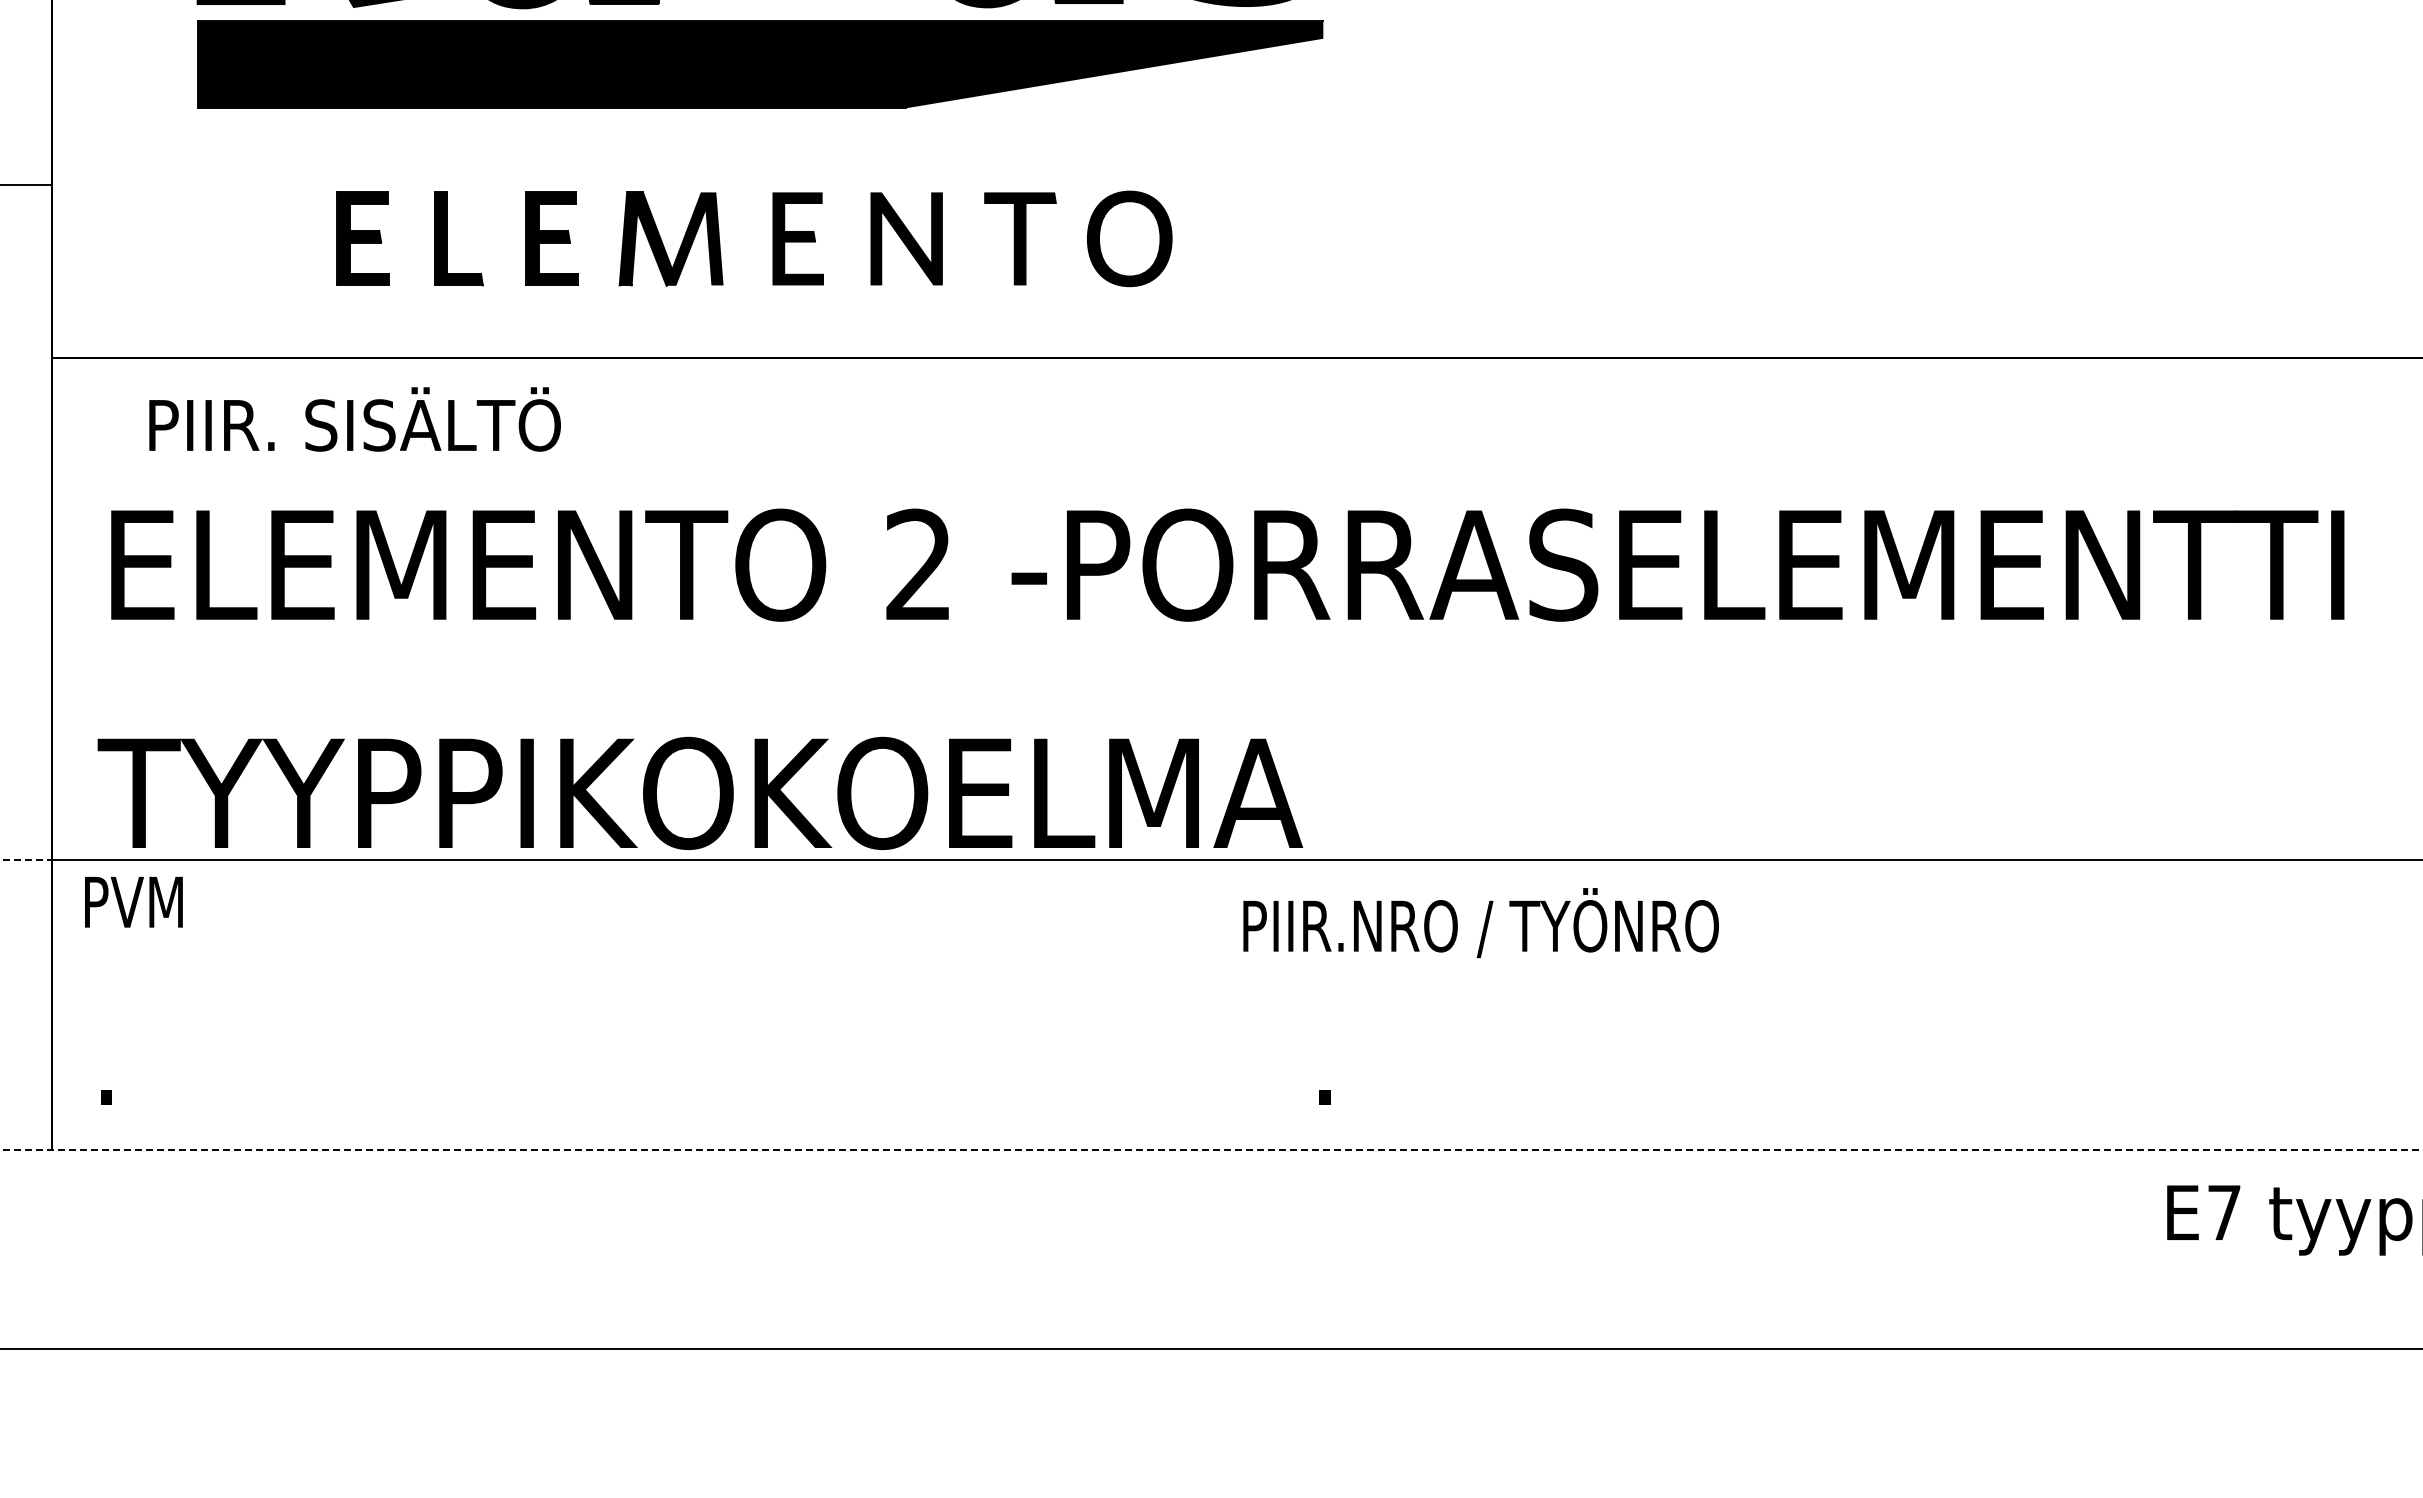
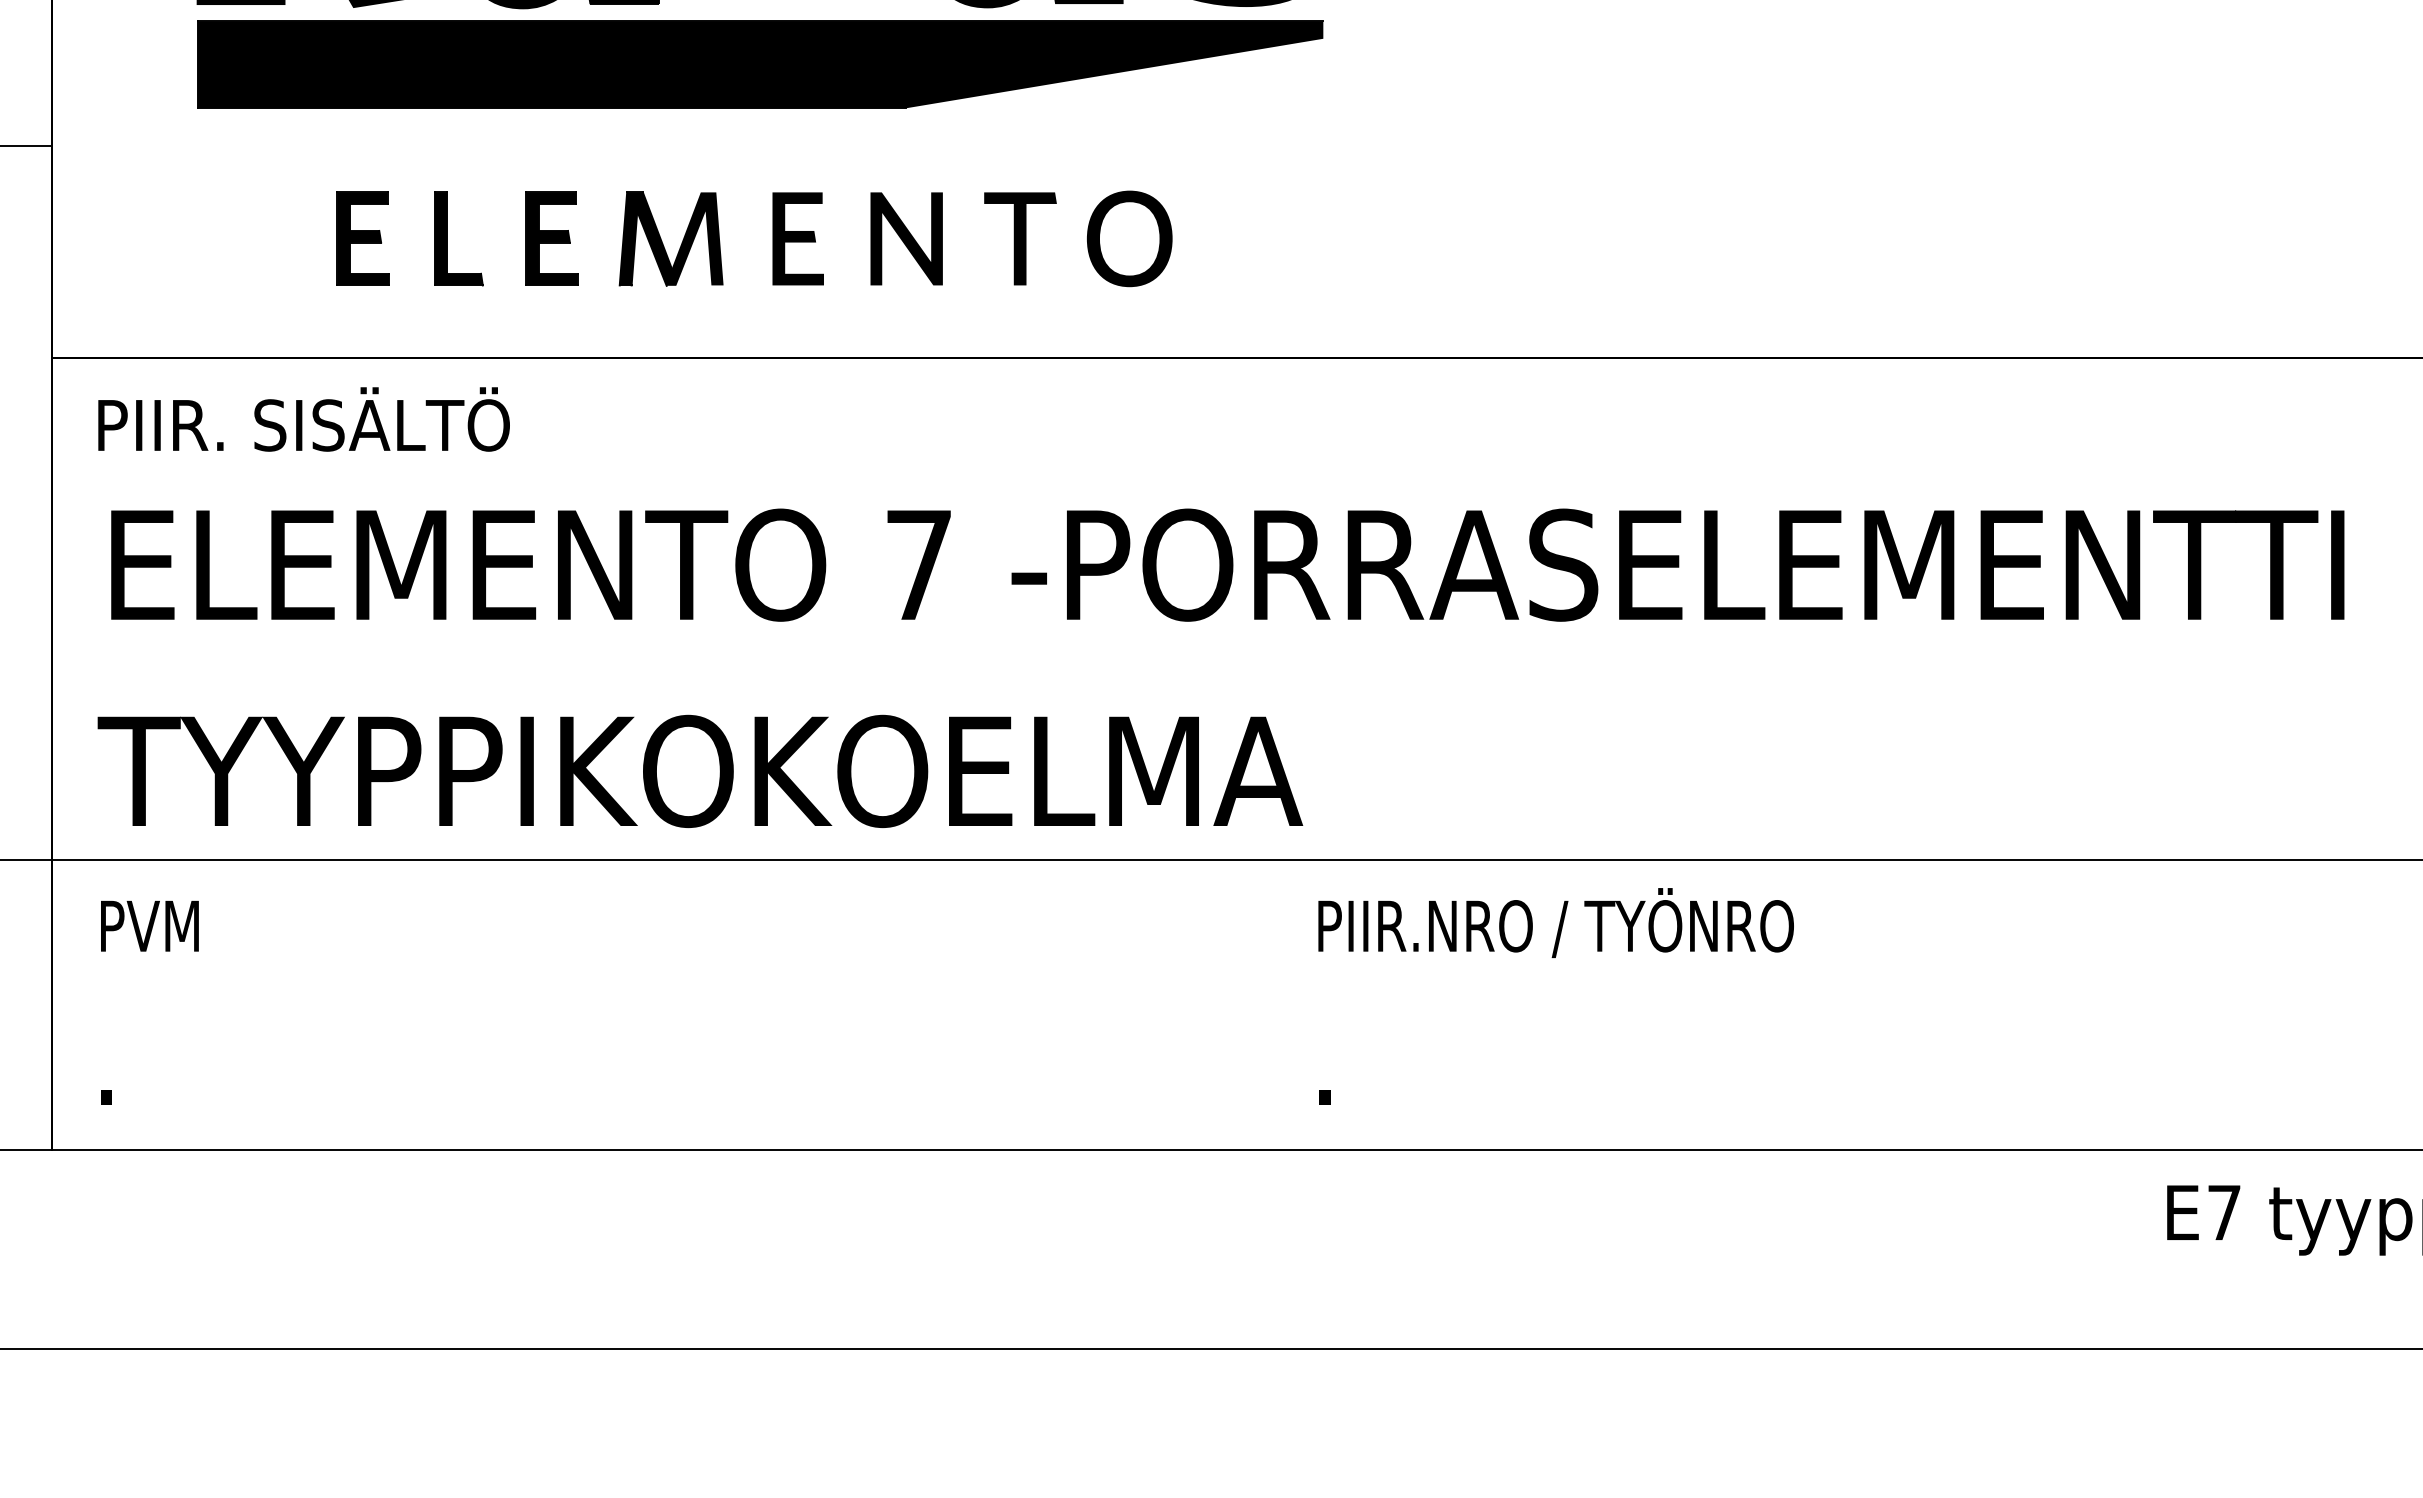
line at (27, 184) position: (27, 184) -> (27, 145)
text at (354, 419) position: (354, 419) -> (303, 419)
text at (918, 563): 2 -> 7
text at (700, 792) position: (700, 792) -> (700, 770)
line at (26, 860): dashed -> solid
text at (133, 902) position: (133, 902) -> (149, 926)
text at (1480, 922) position: (1480, 922) -> (1555, 922)
line at (1211, 1149): dashed -> solid
